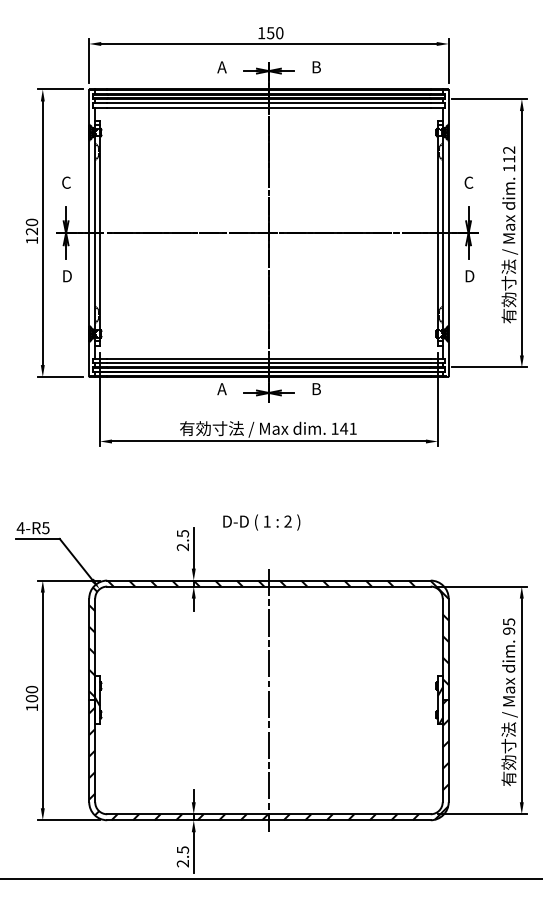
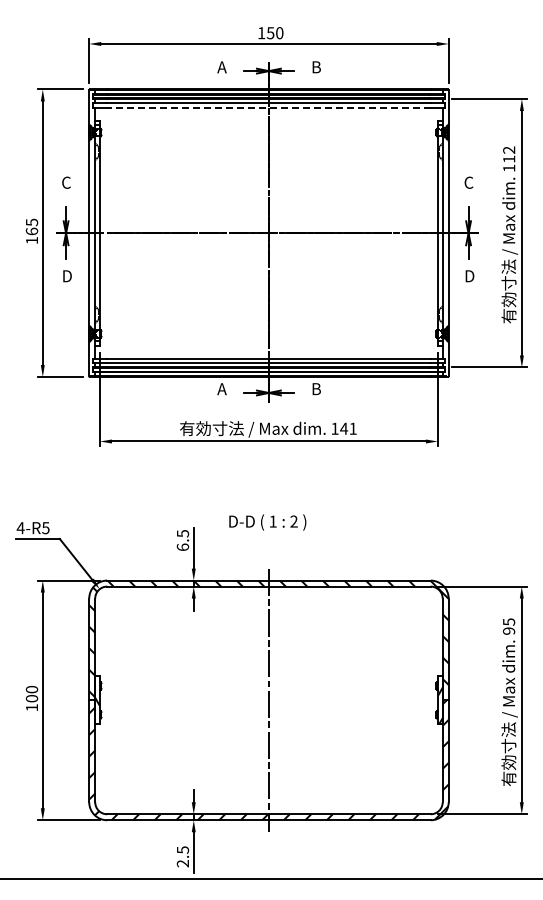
line at (268, 107): solid -> dashed
text at (31, 226): 120 -> 165
text at (261, 522) position: (261, 522) -> (267, 522)
text at (182, 547): 2.5 -> 6.5
